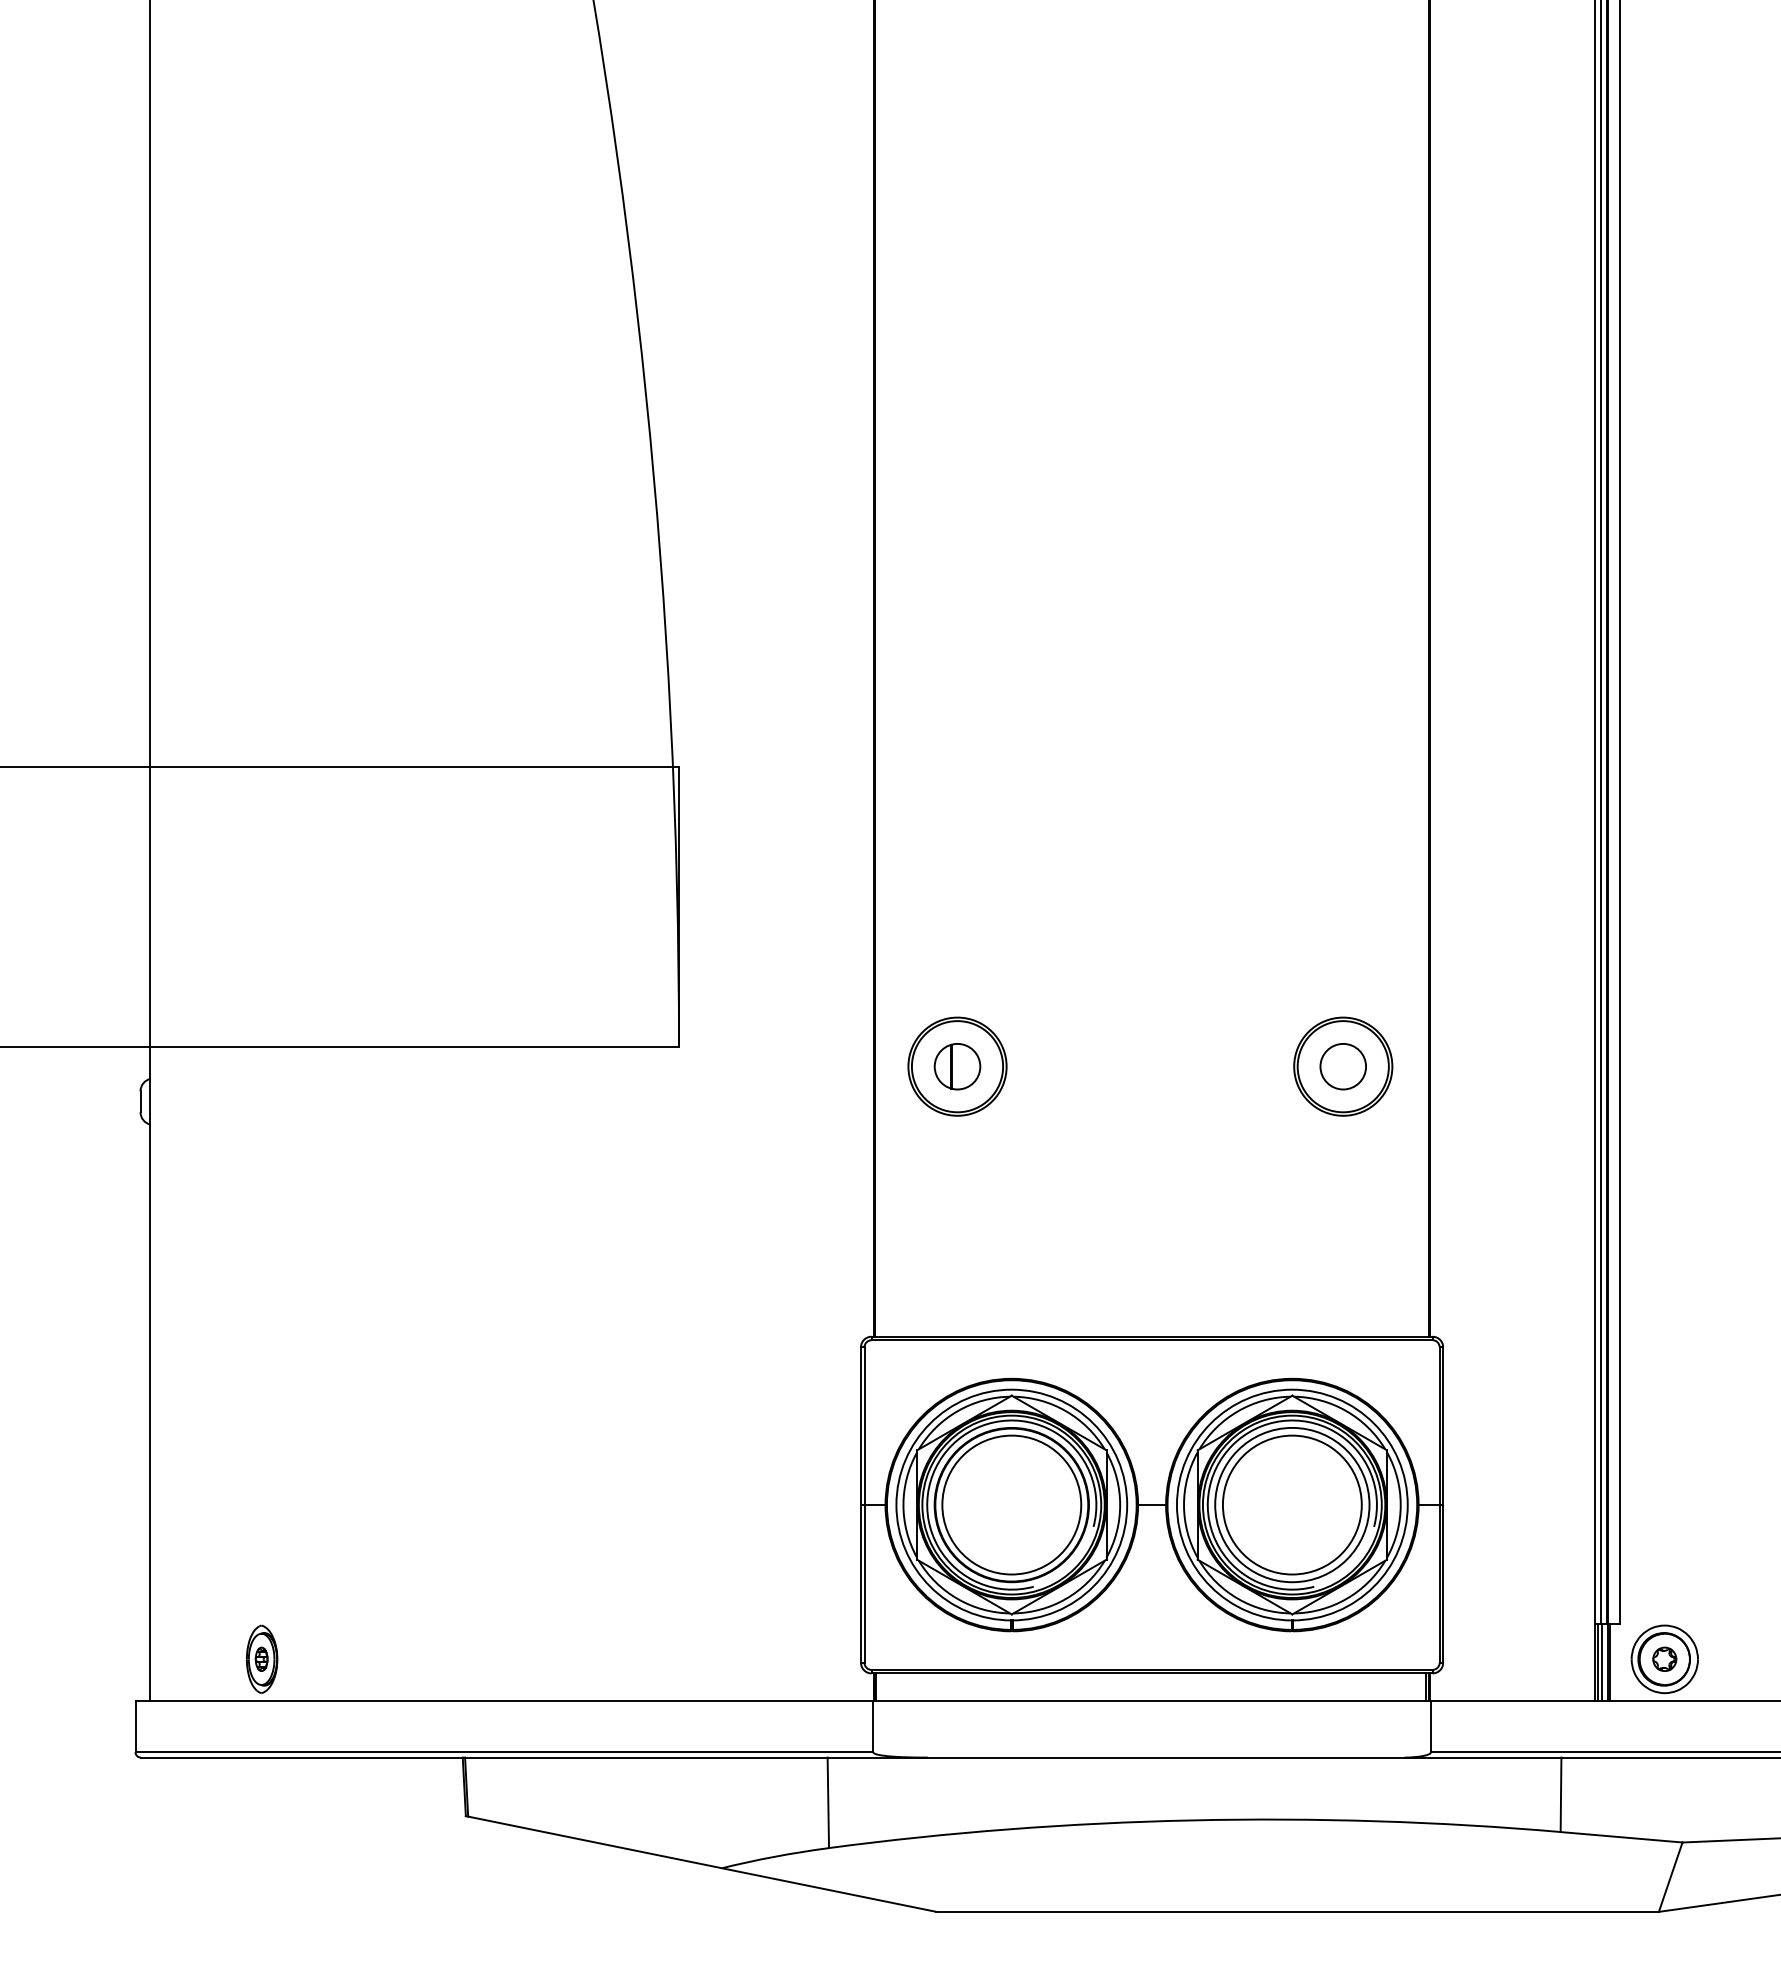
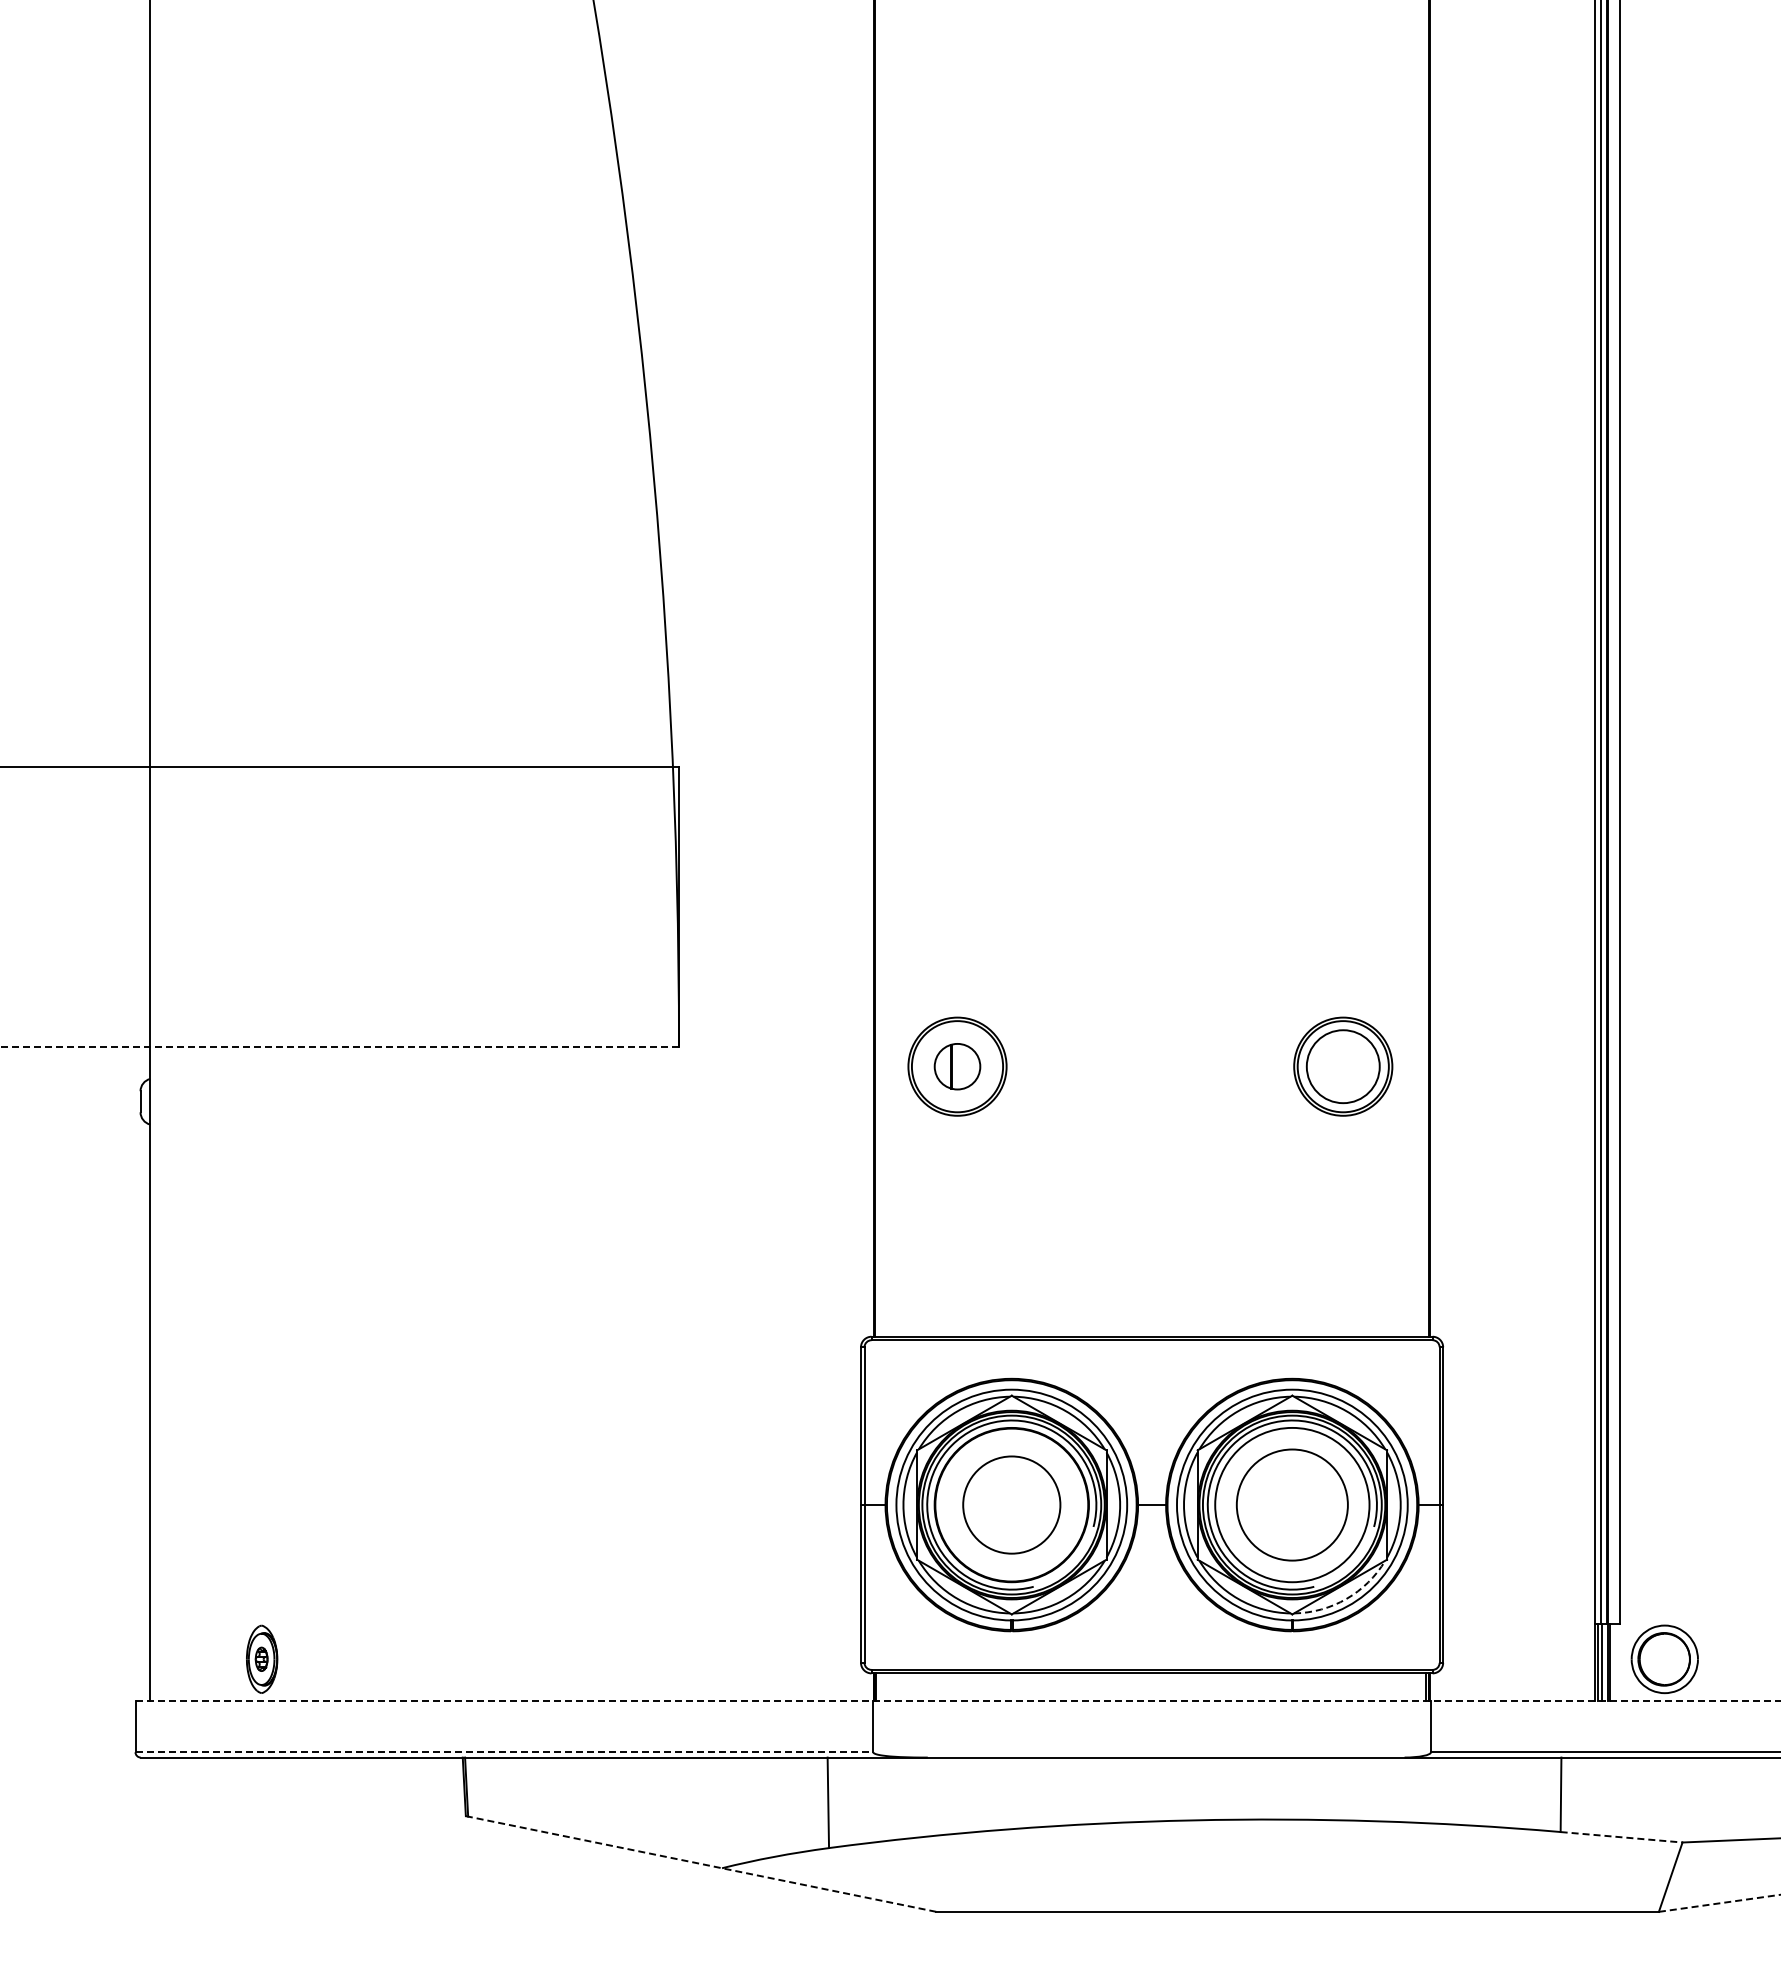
line at (339, 1047): solid -> dashed
circle at (1343, 1066) diameter: 46 px -> 73 px
circle at (1011, 1504) diameter: 139 px -> 97 px
circle at (1291, 1504) diameter: 139 px -> 111 px
arc at (1346, 1598): solid -> dashed
part at (1664, 1658): present -> none
line at (958, 1701): solid -> dashed
line at (504, 1752): solid -> dashed
line at (1622, 1837): solid -> dashed
line at (701, 1864): solid -> dashed
line at (1720, 1903): solid -> dashed
